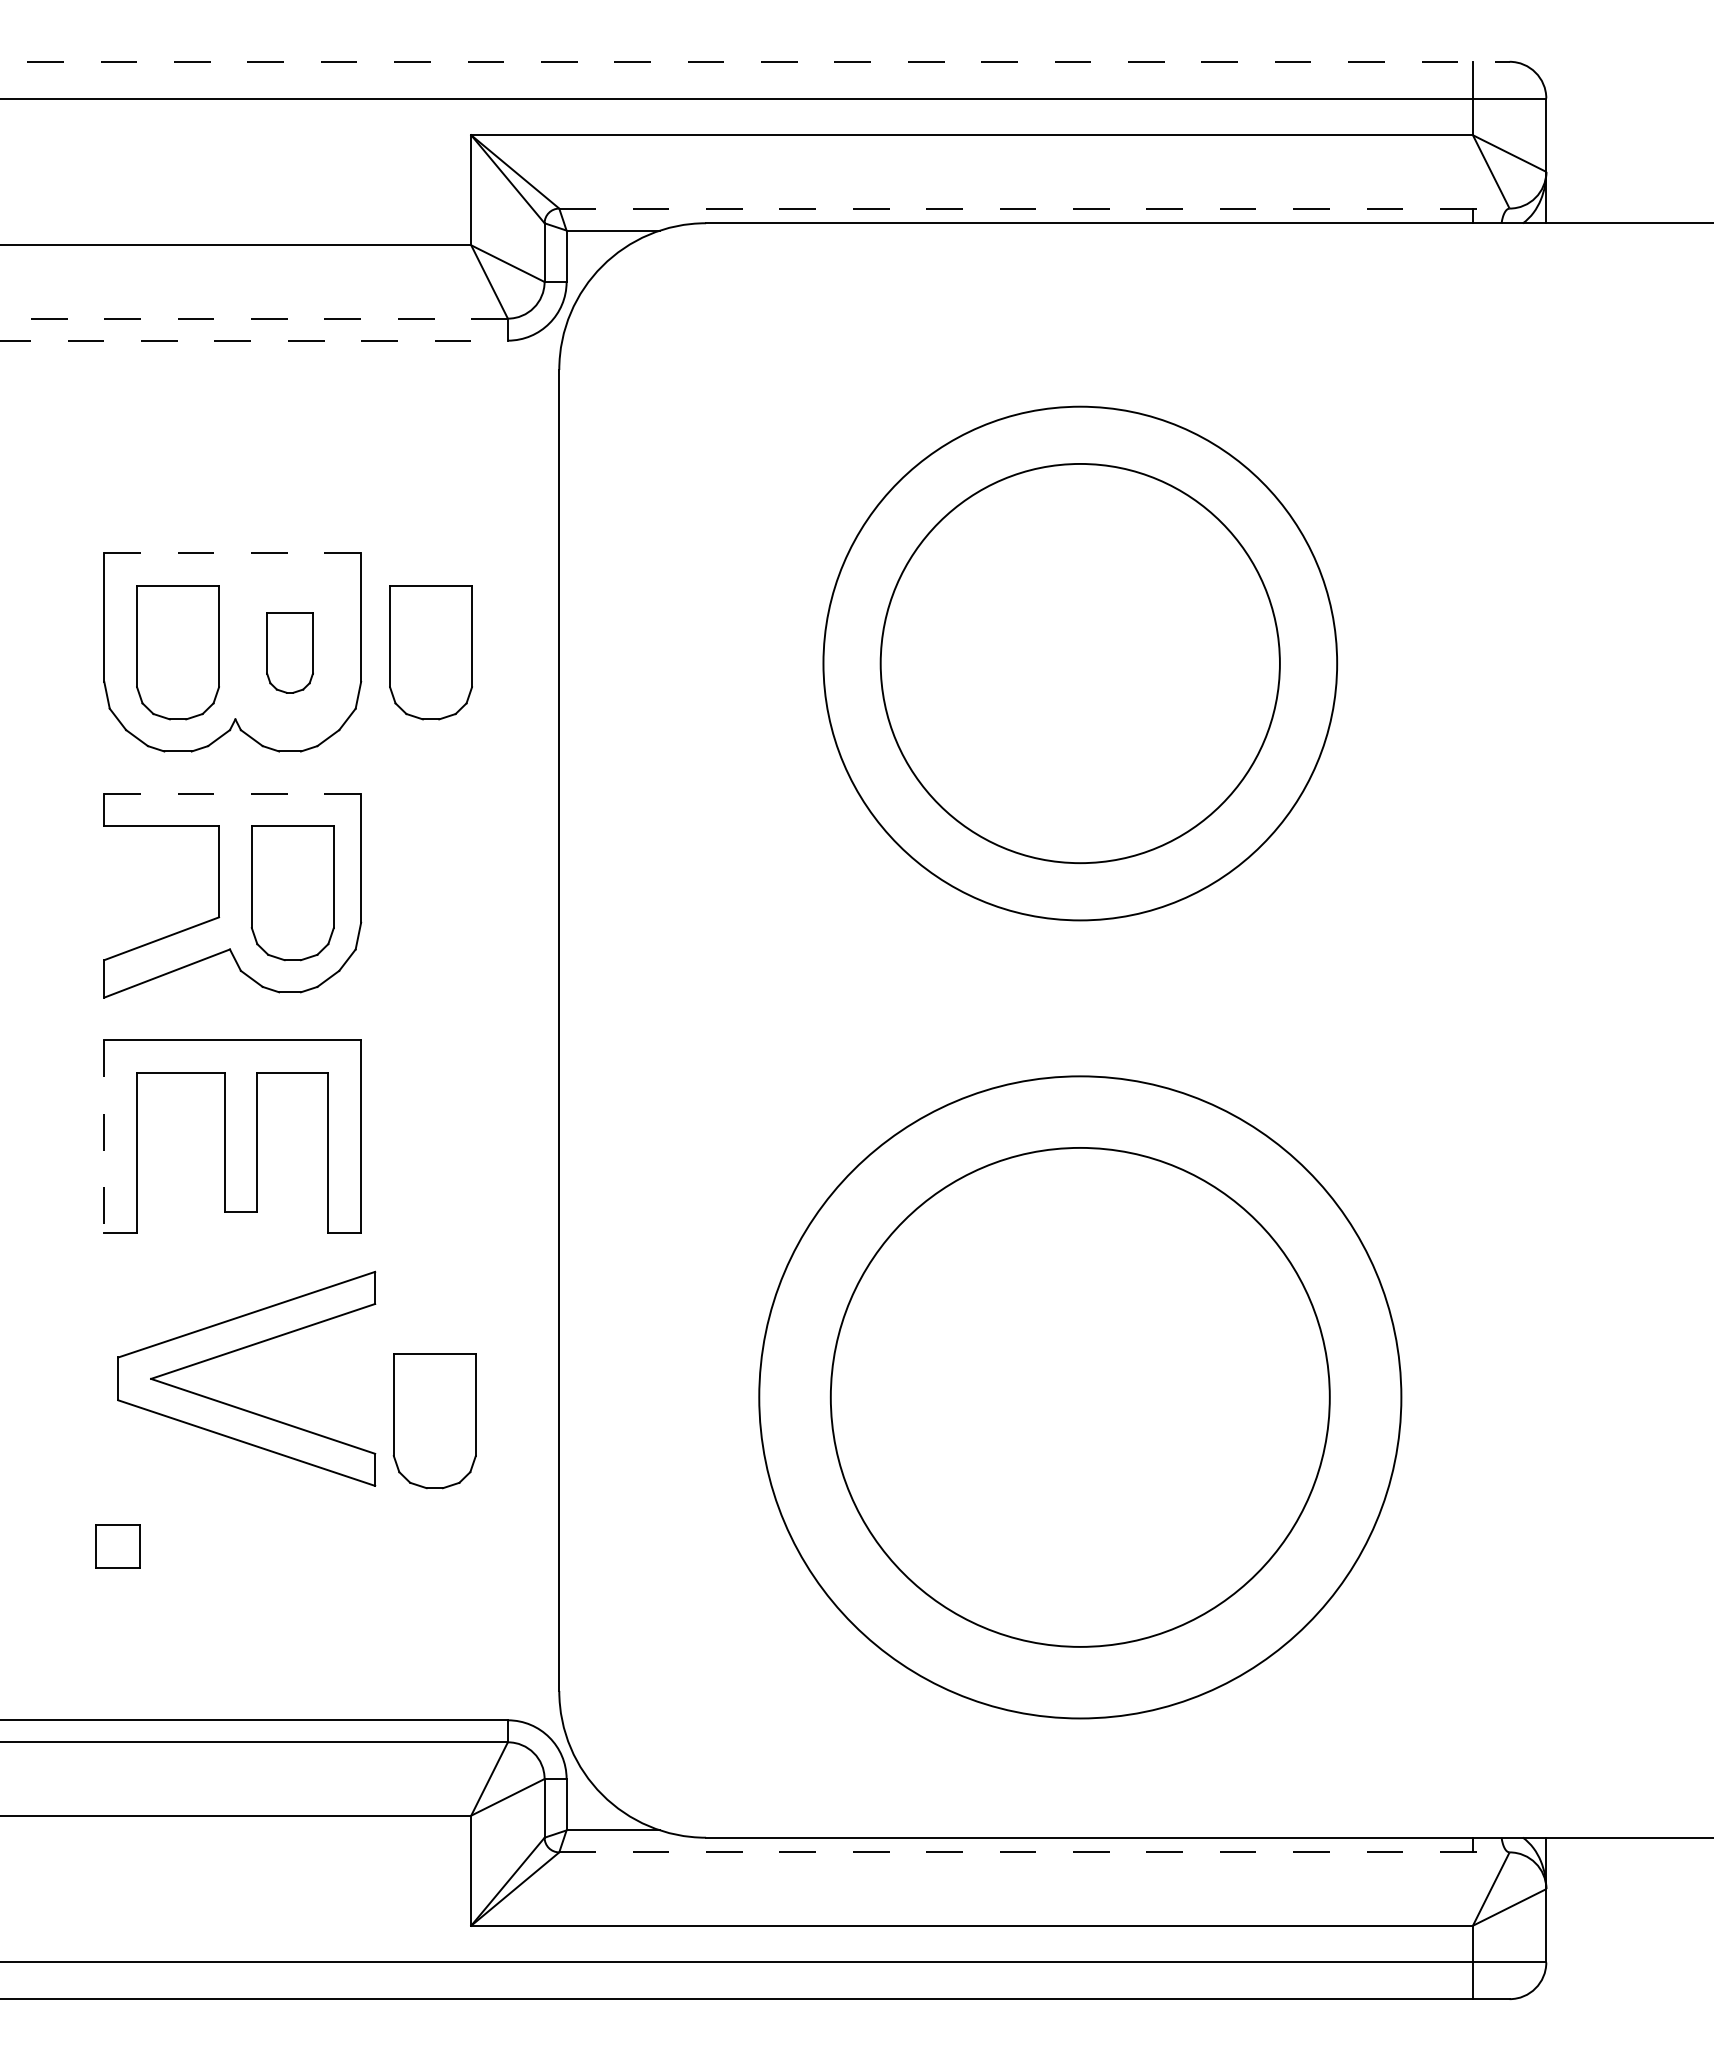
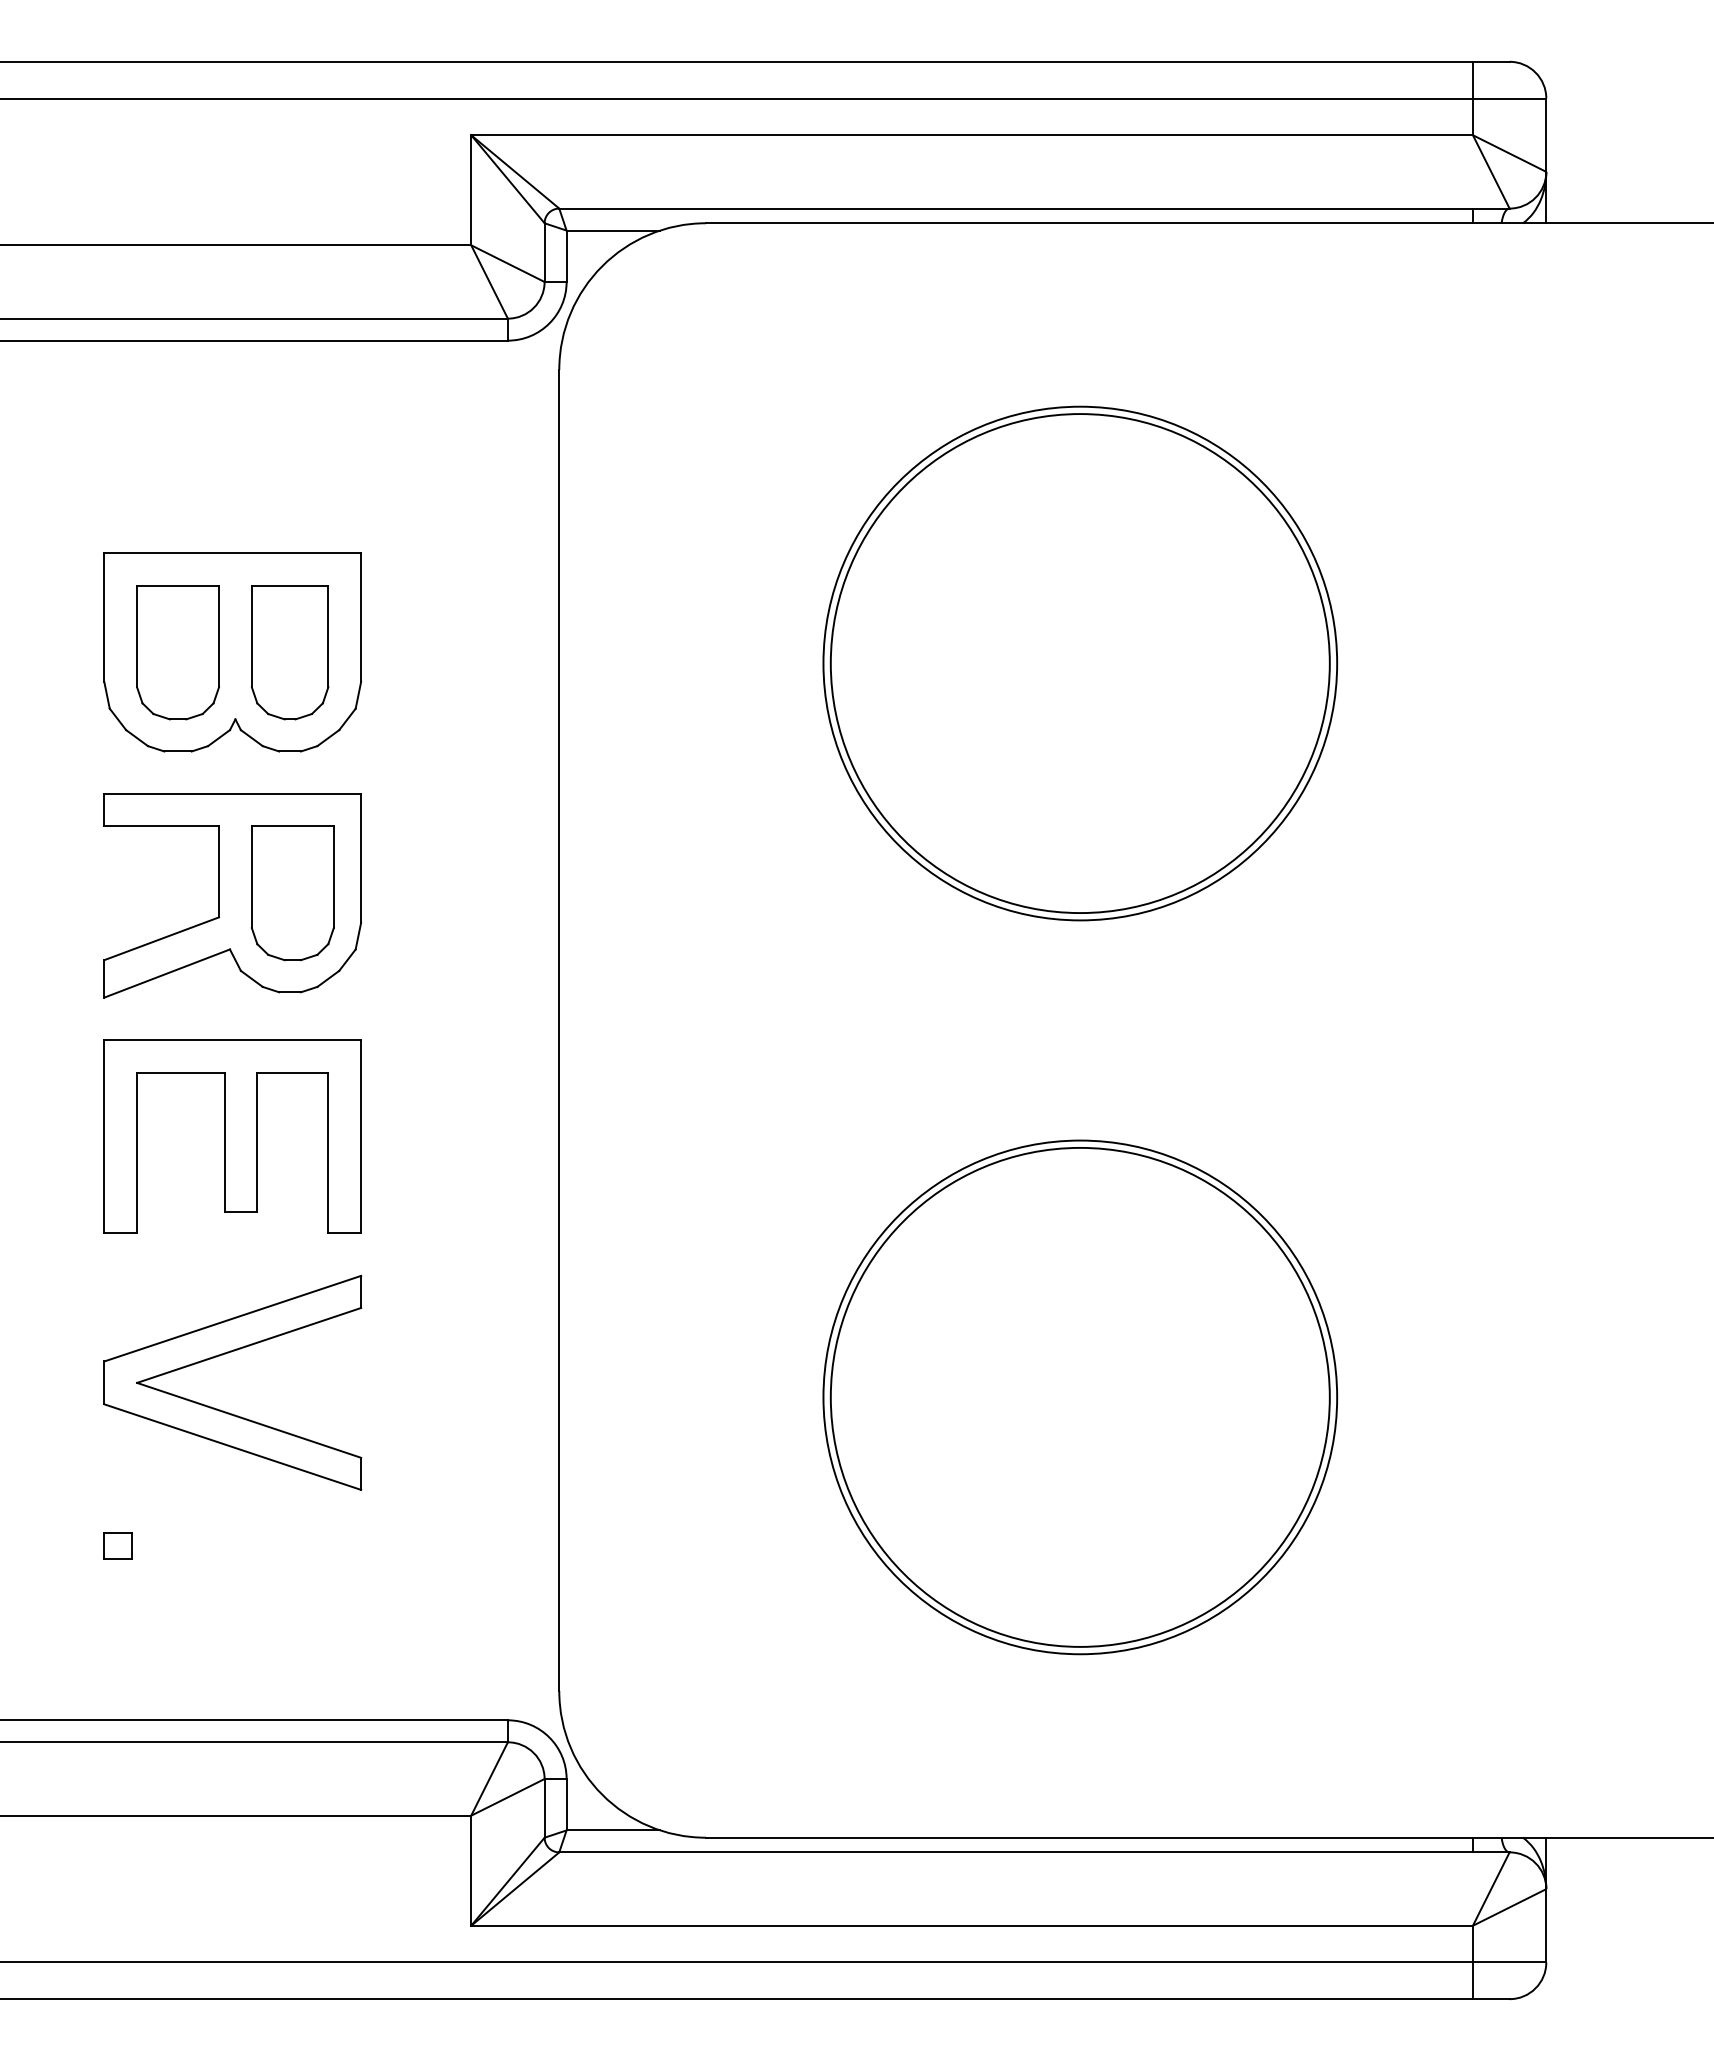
line at (754, 61): dashed -> solid
line at (1034, 208): dashed -> solid
line at (253, 318): dashed -> solid
line at (253, 340): dashed -> solid
line at (232, 553): dashed -> solid
part at (289, 652) size: 48x82 px -> 80x136 px
part at (430, 652): present -> none
circle at (1079, 663) diameter: 399 px -> 499 px
line at (232, 794): dashed -> solid
line at (104, 1137): dashed -> solid
part at (236, 1351) position: (236, 1351) -> (222, 1355)
circle at (1080, 1397) diameter: 642 px -> 514 px
part at (434, 1421): present -> none
part at (117, 1546) size: 46x45 px -> 30x28 px
line at (1034, 1852): dashed -> solid
